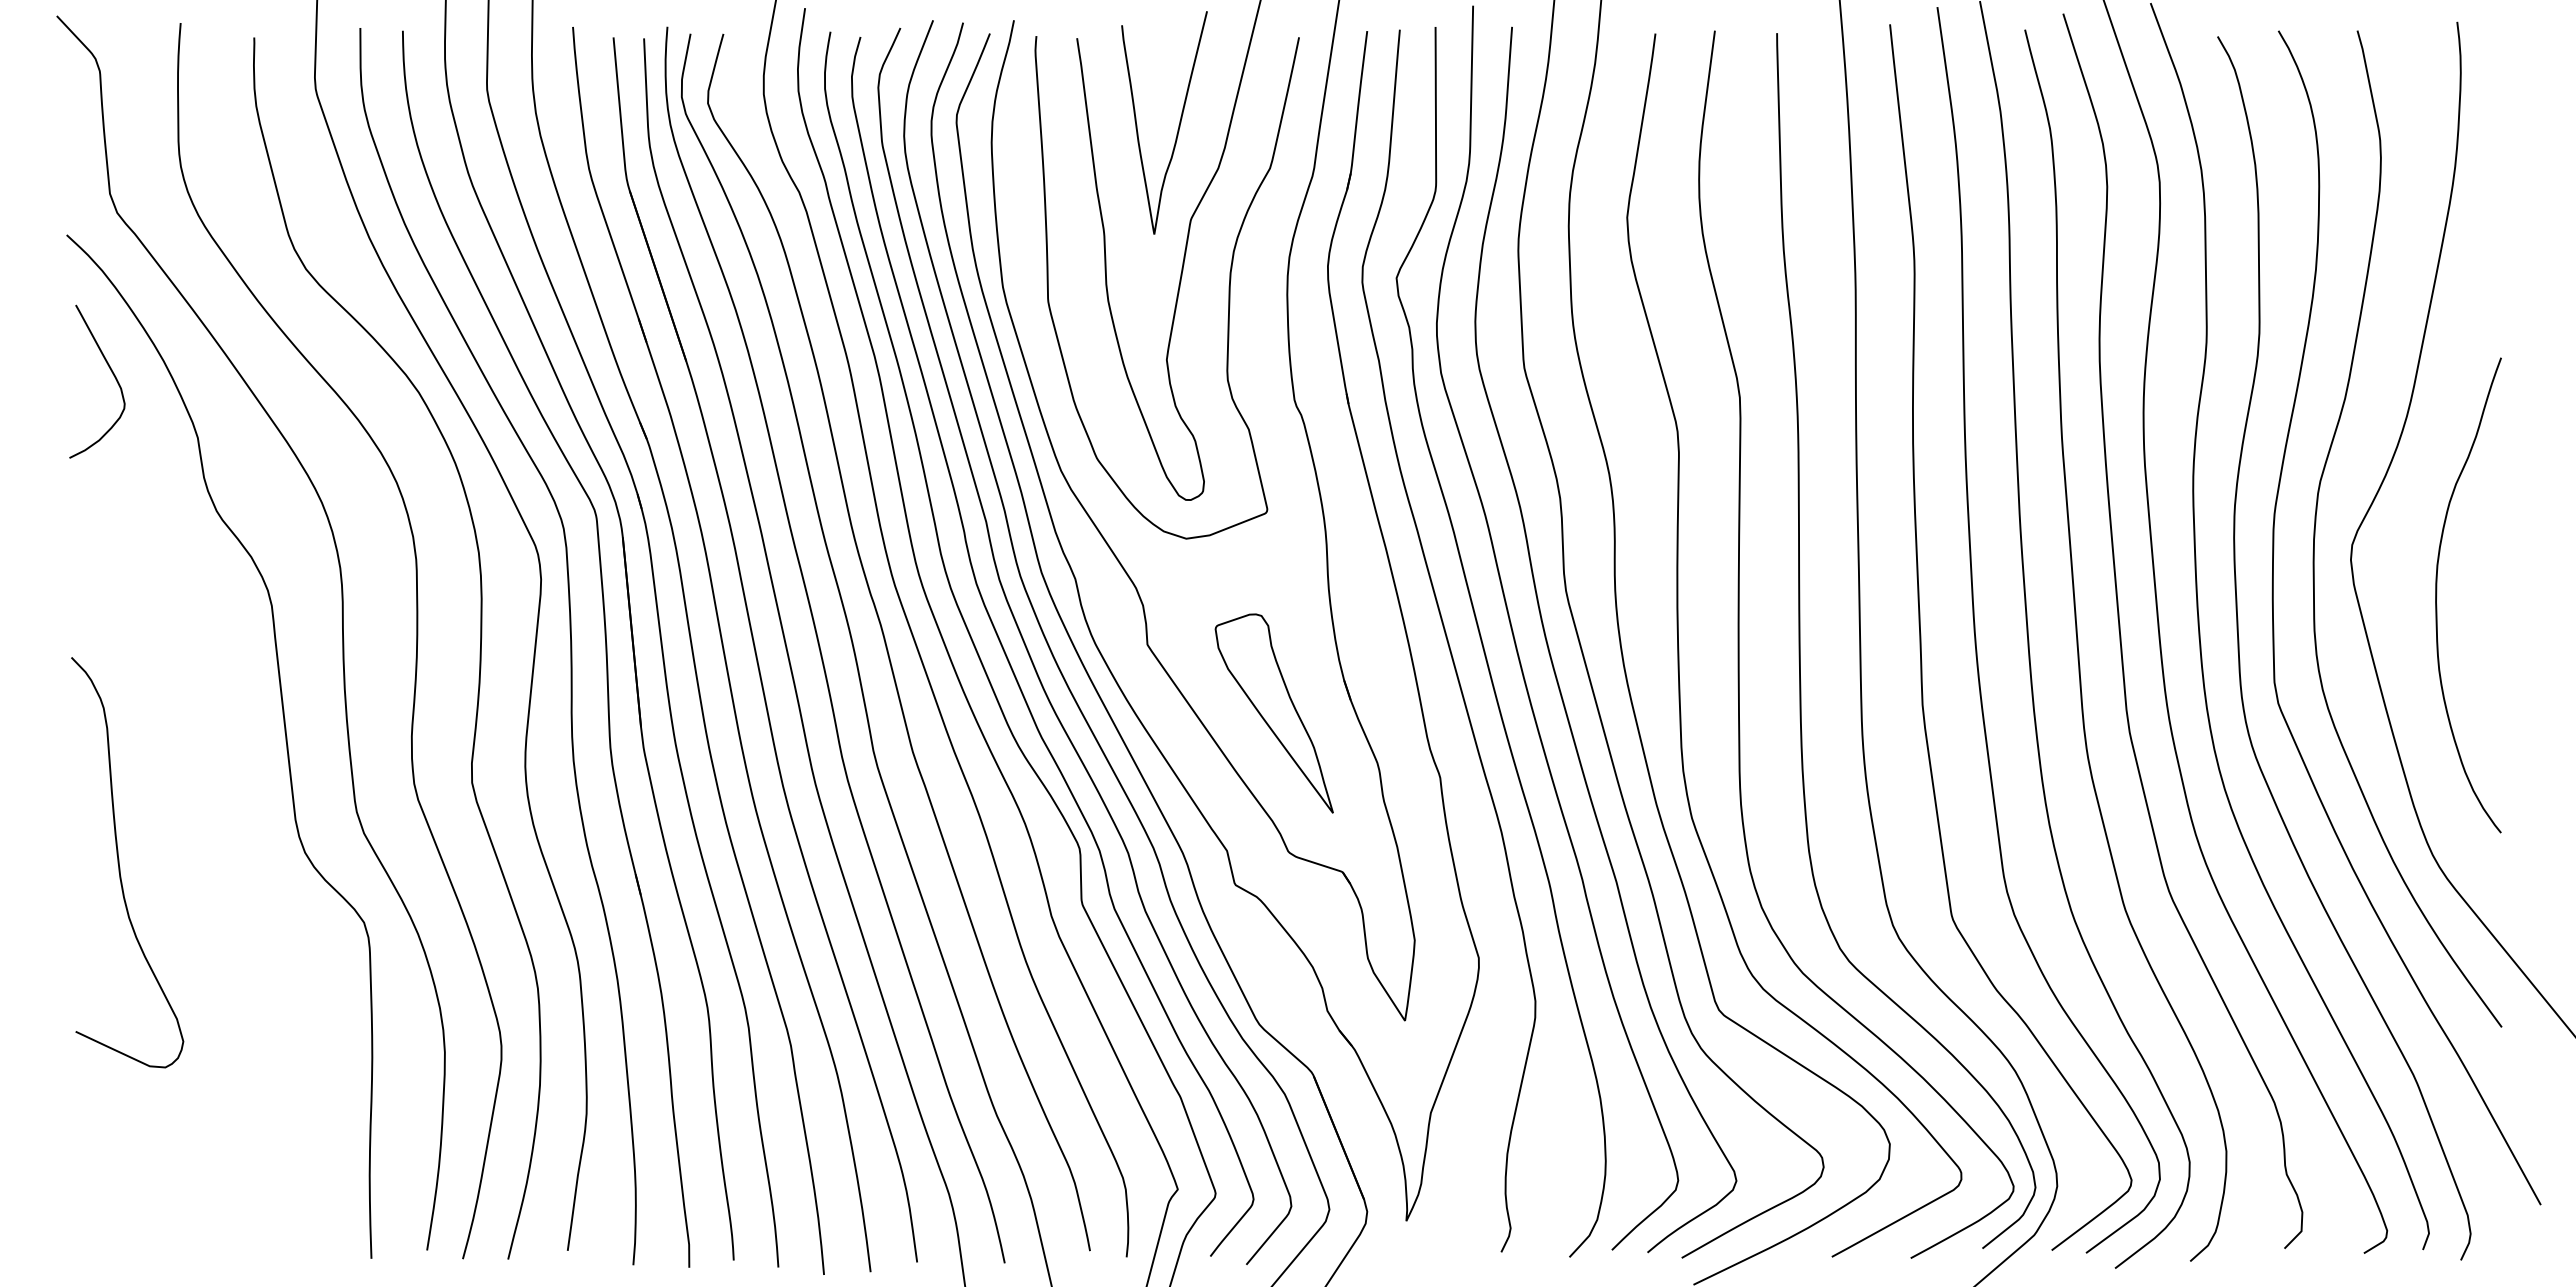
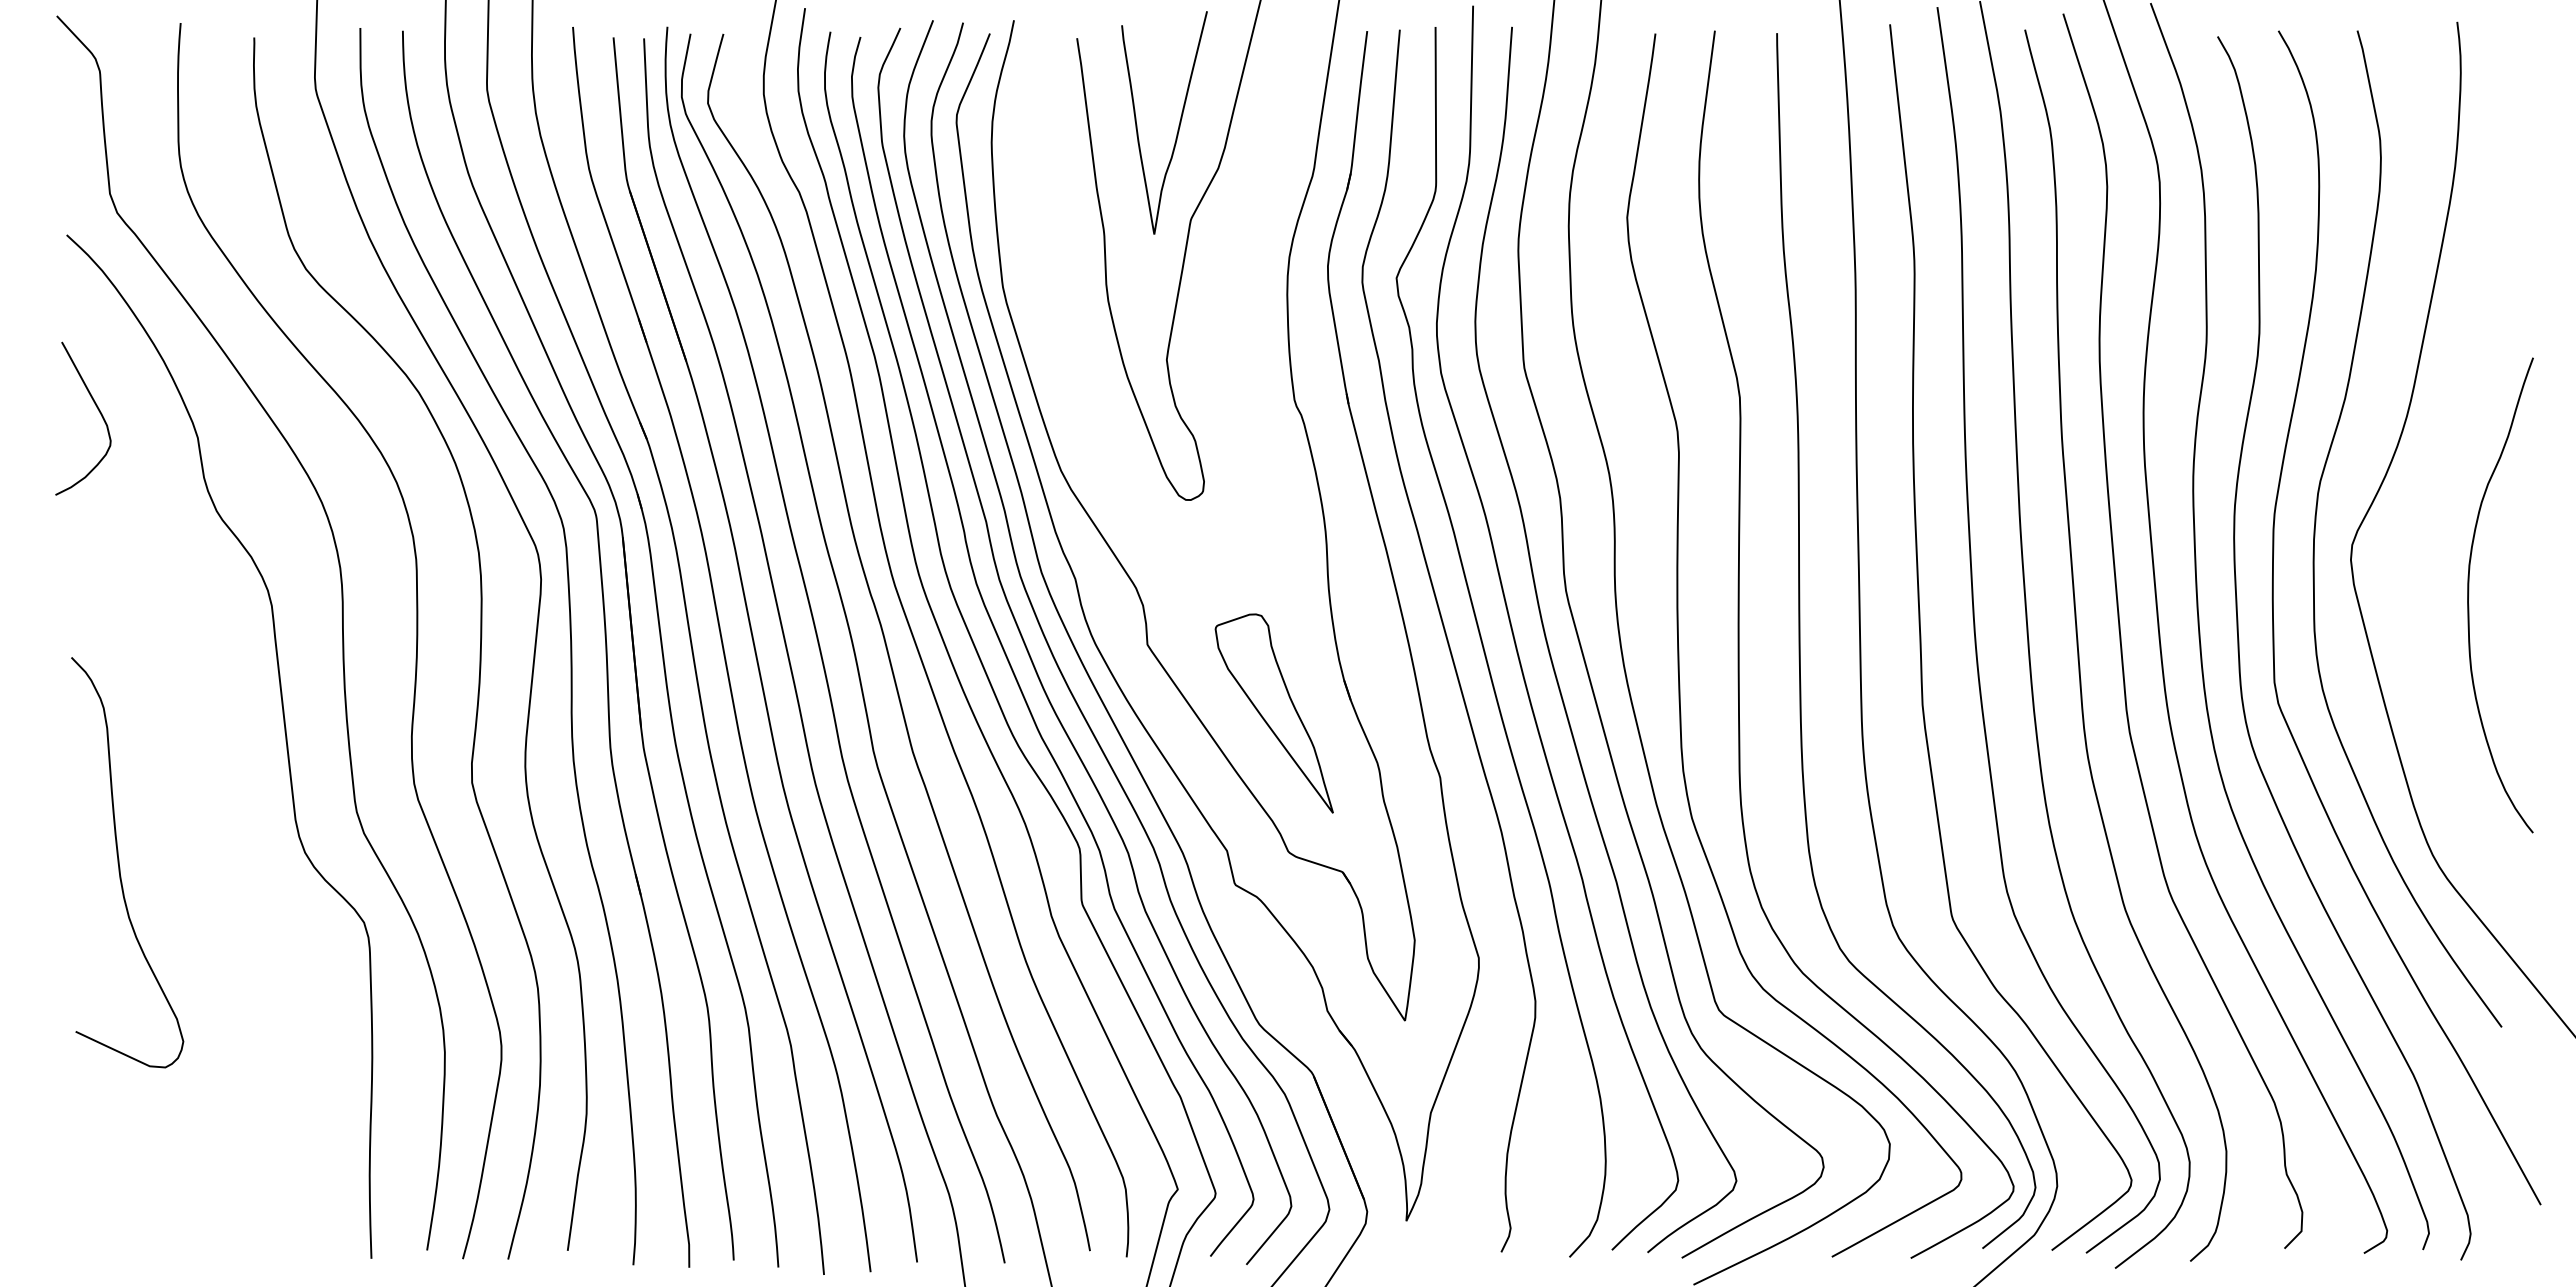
curve at (1228, 287): present -> none
curve at (112, 374) position: (112, 374) -> (98, 411)
curve at (2437, 595) position: (2437, 595) -> (2469, 595)
